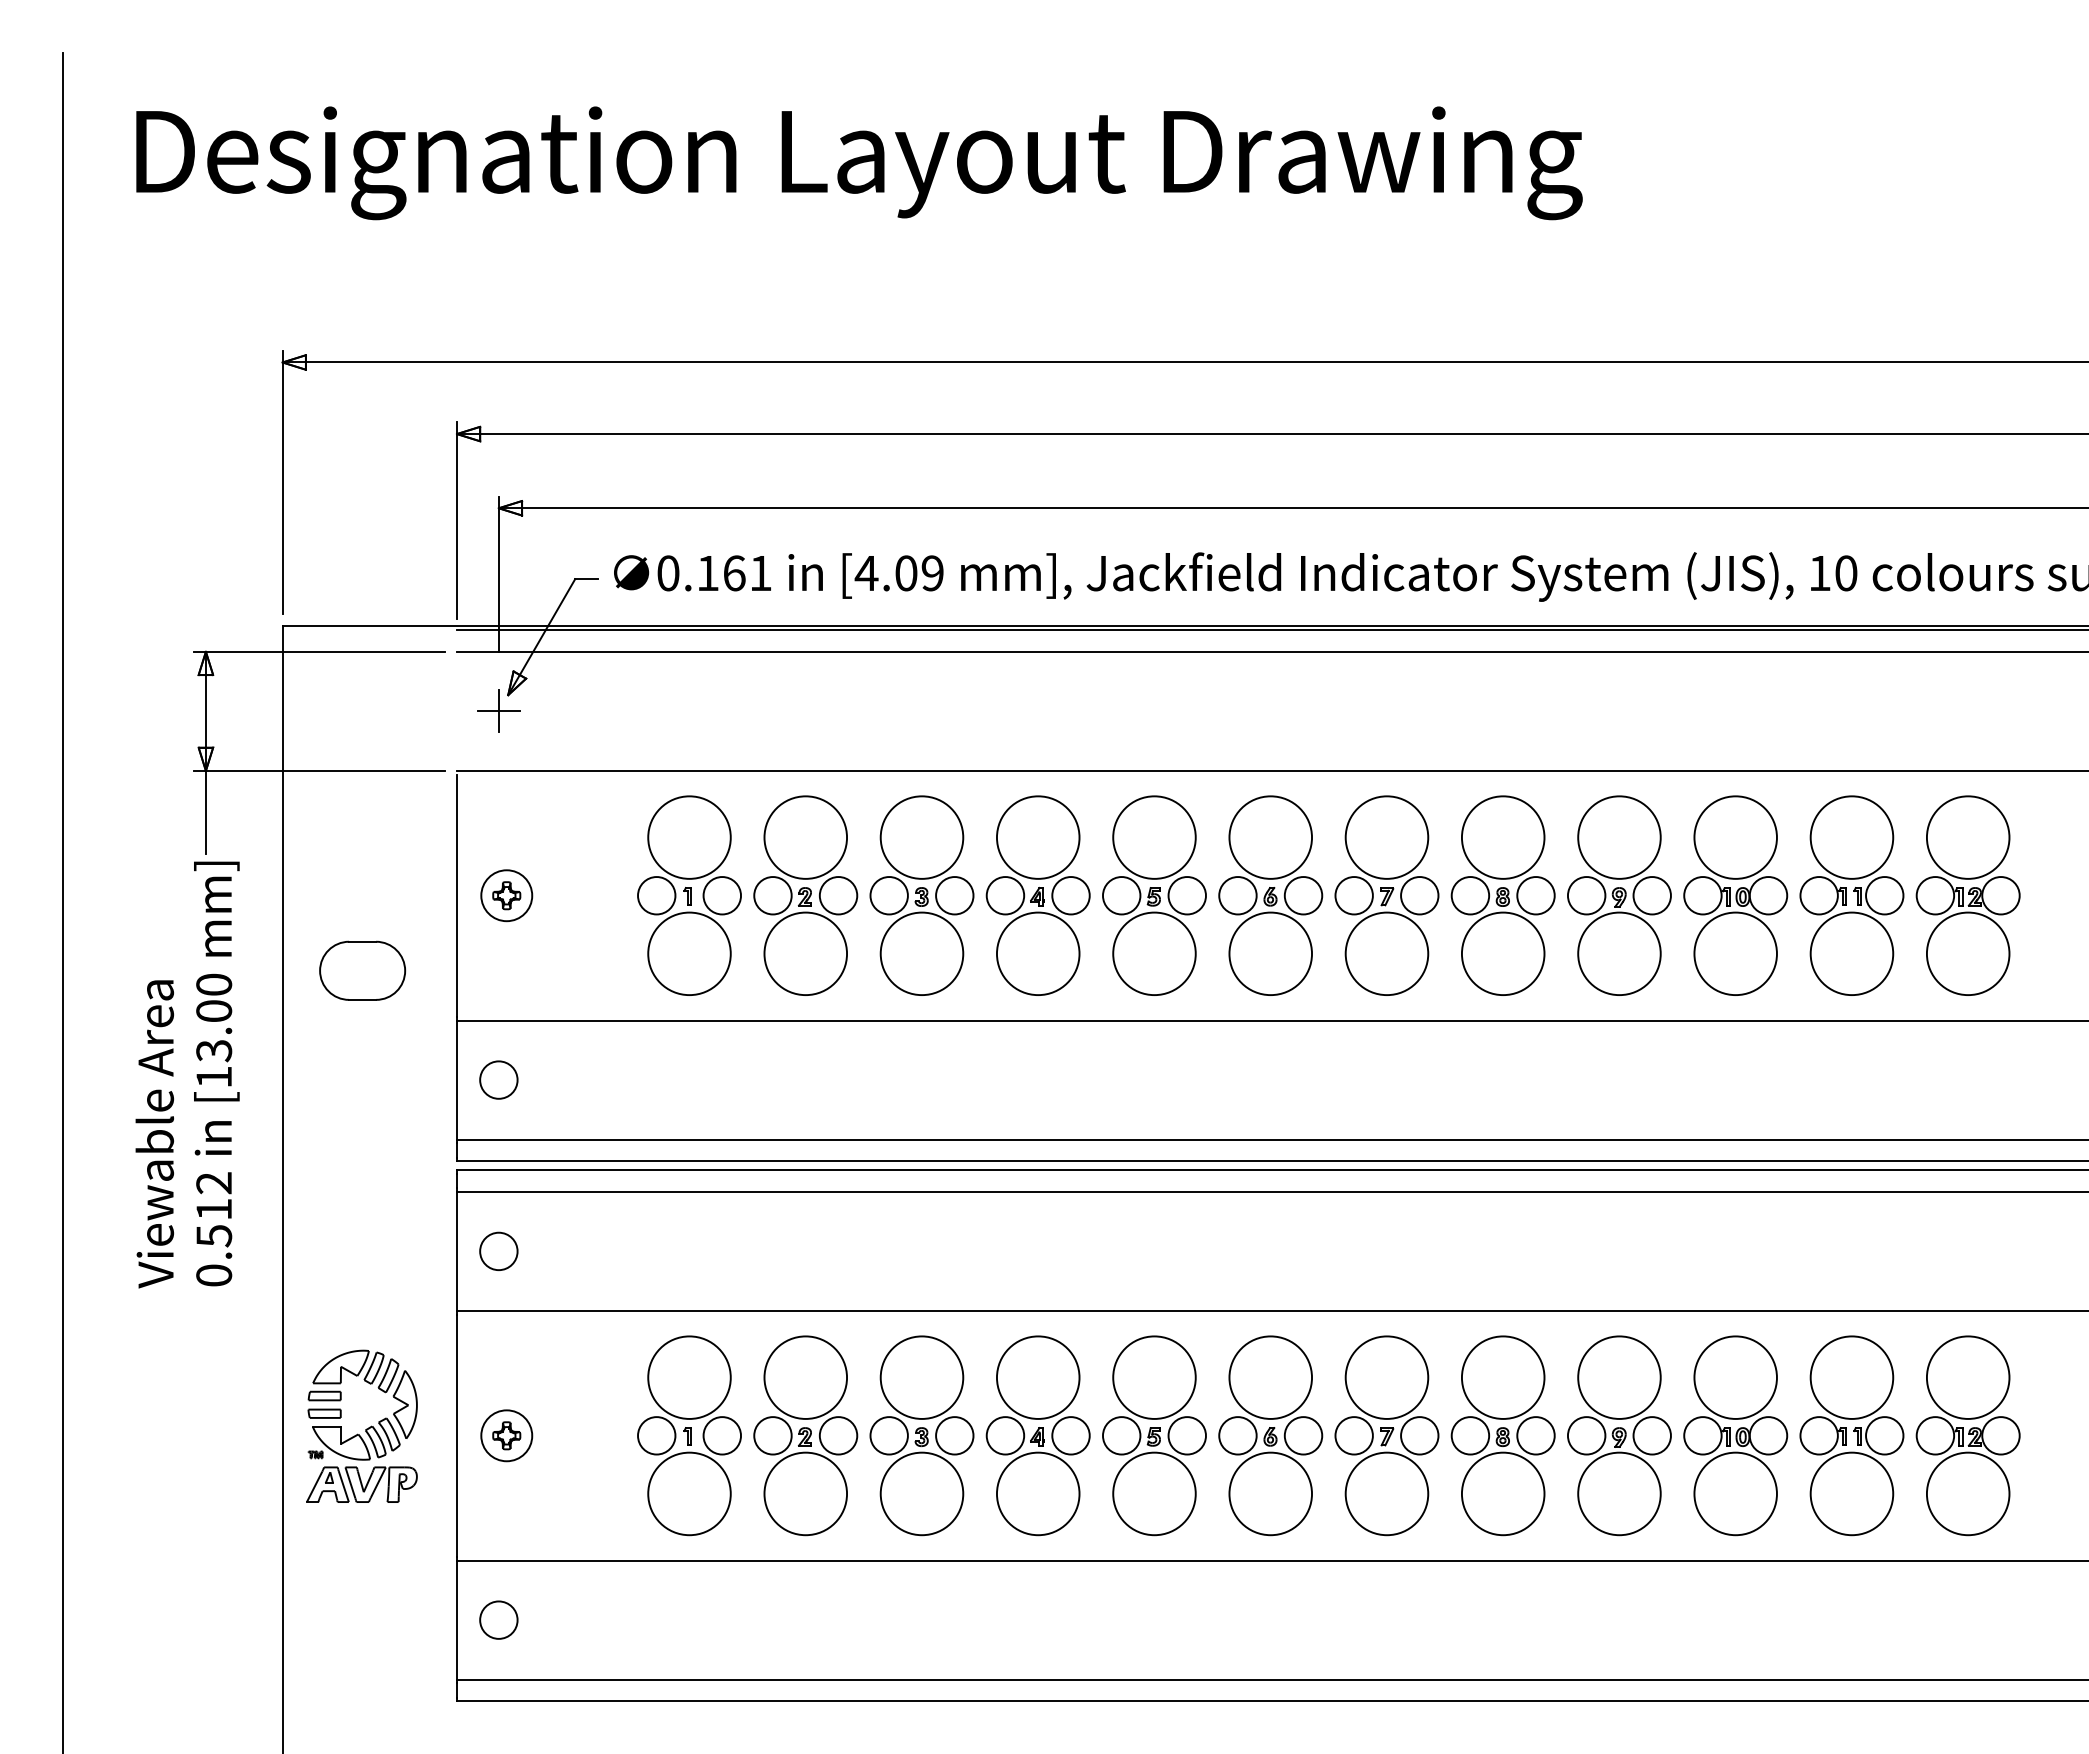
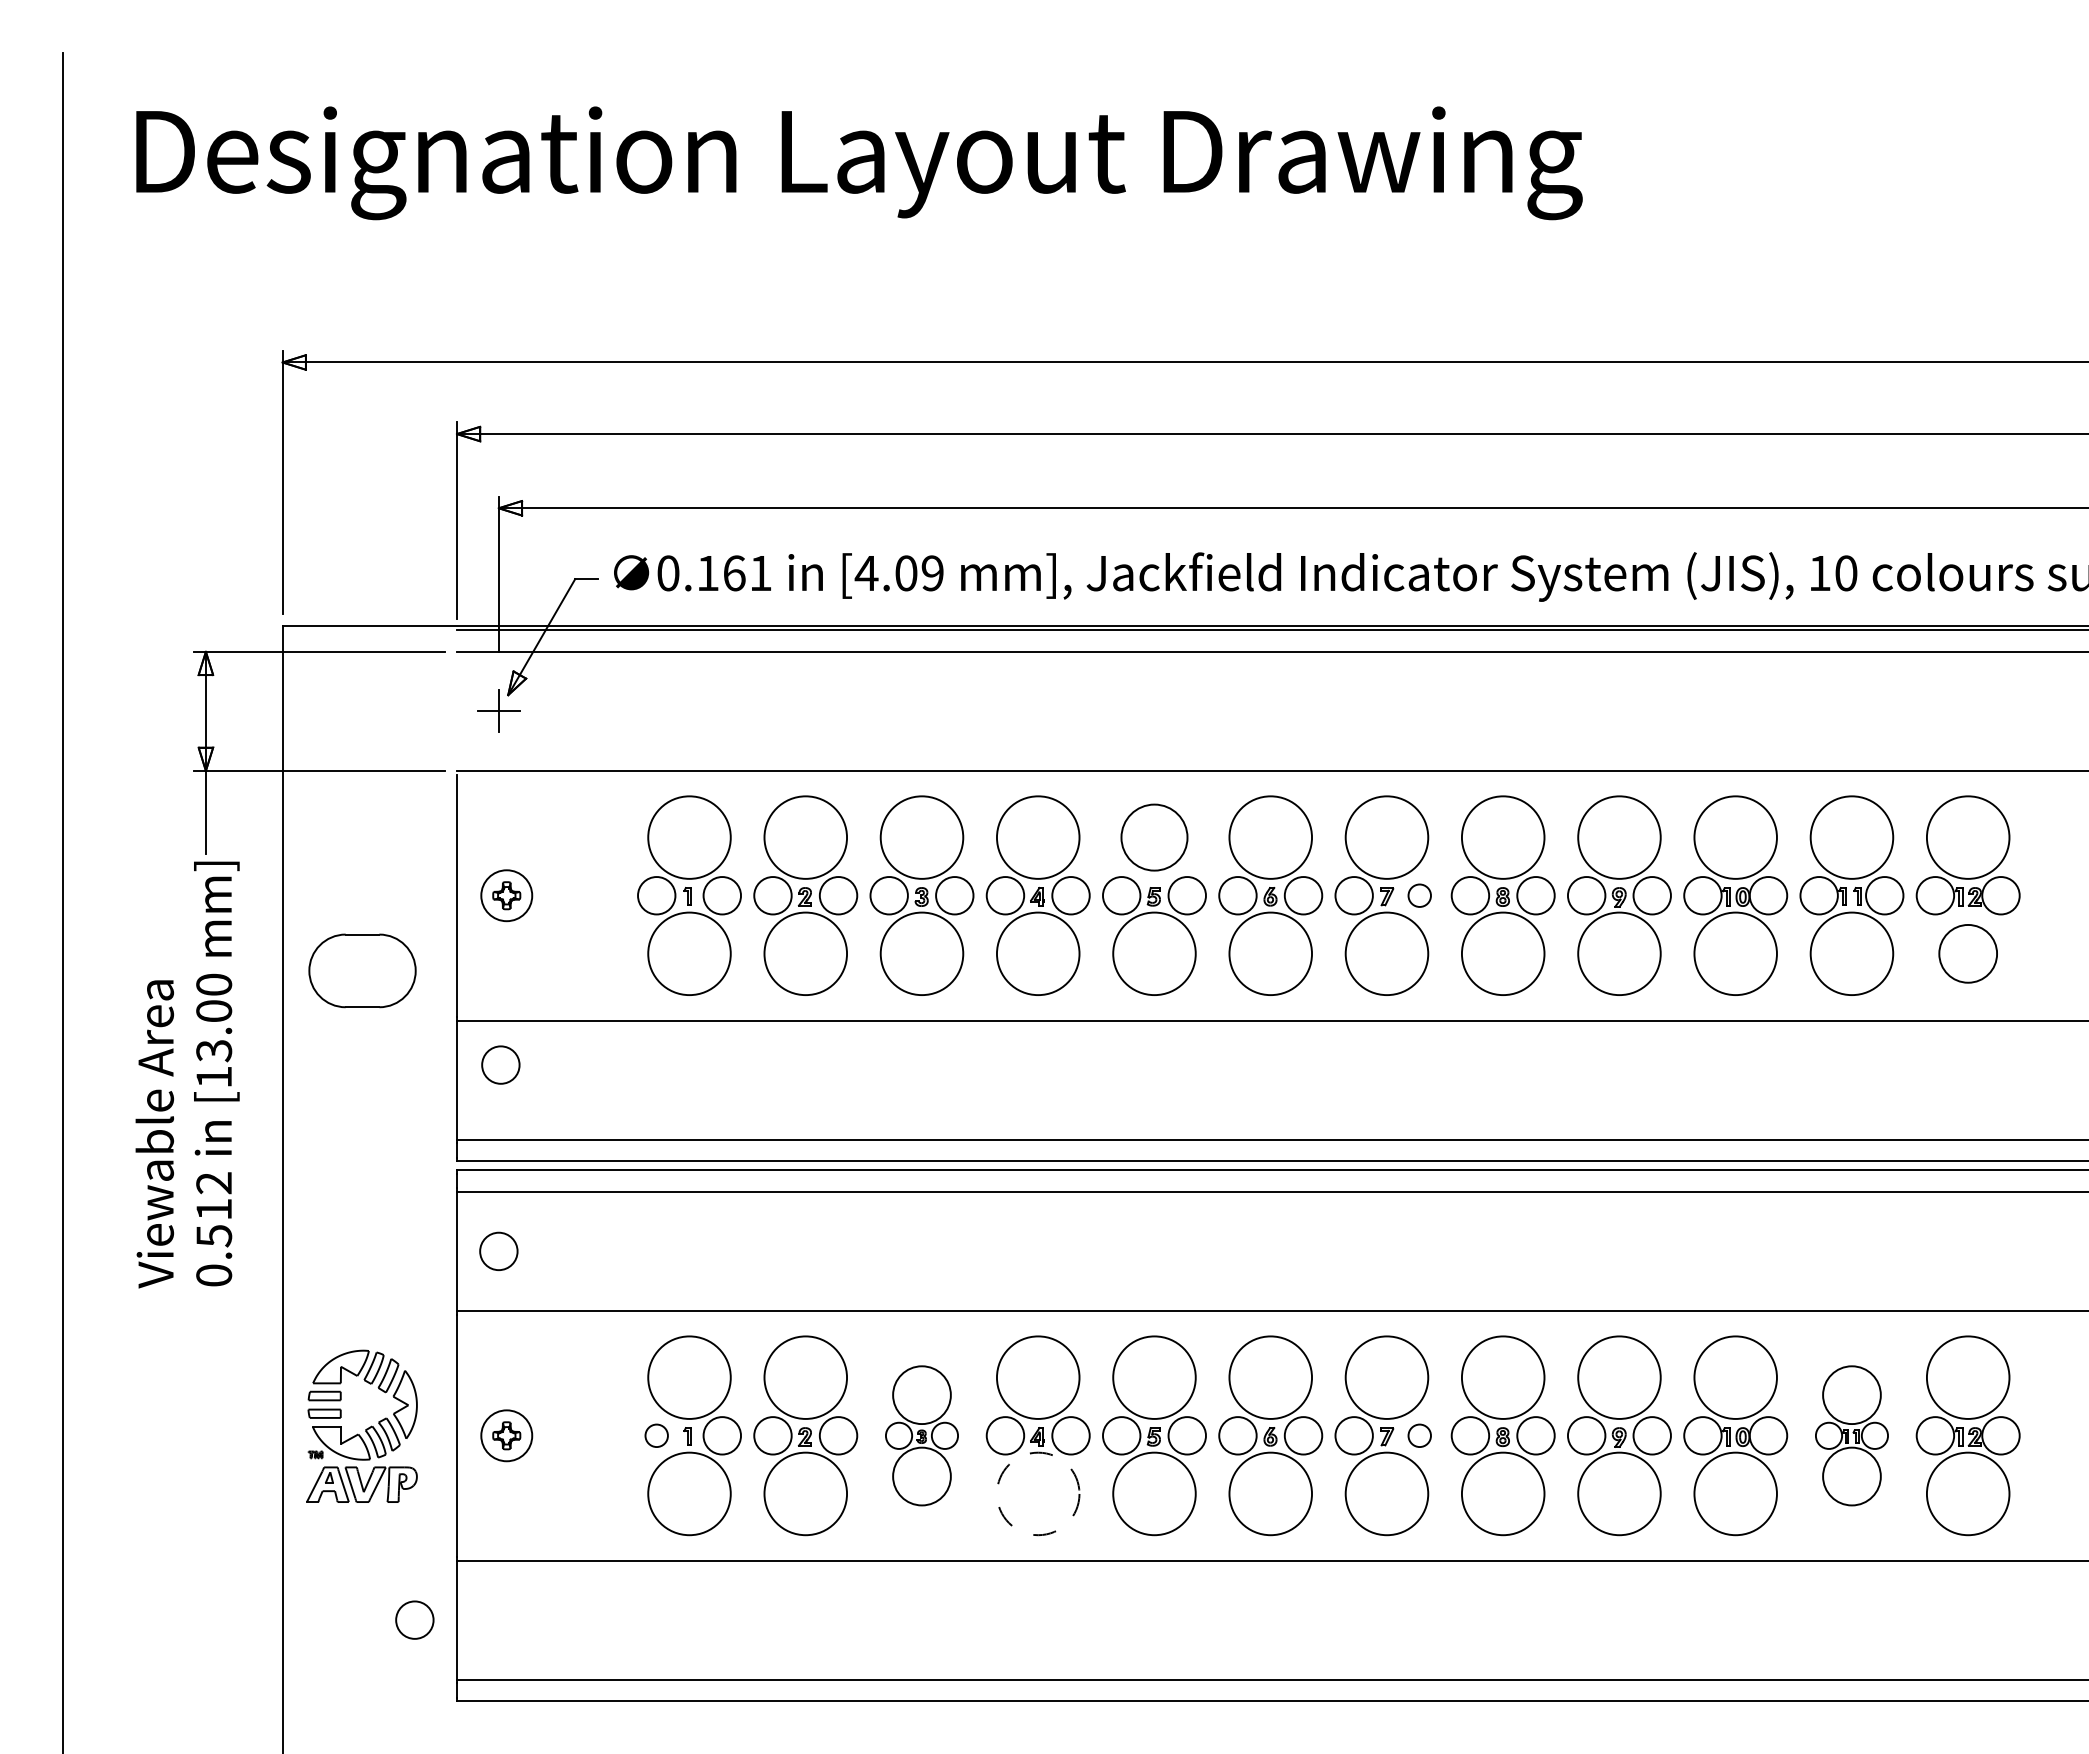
circle at (1154, 837) diameter: 83 px -> 66 px
circle at (1419, 895) diameter: 37 px -> 22 px
circle at (1967, 953) diameter: 83 px -> 58 px
part at (362, 970) size: 88x61 px -> 109x76 px
circle at (498, 1079) position: (498, 1079) -> (500, 1064)
circle at (656, 1435) diameter: 37 px -> 22 px
part at (921, 1435) size: 106x202 px -> 74x142 px
circle at (1419, 1435) diameter: 37 px -> 22 px
part at (1851, 1435) size: 106x202 px -> 74x142 px
circle at (1037, 1493): solid -> dashed
circle at (498, 1619) position: (498, 1619) -> (414, 1619)
